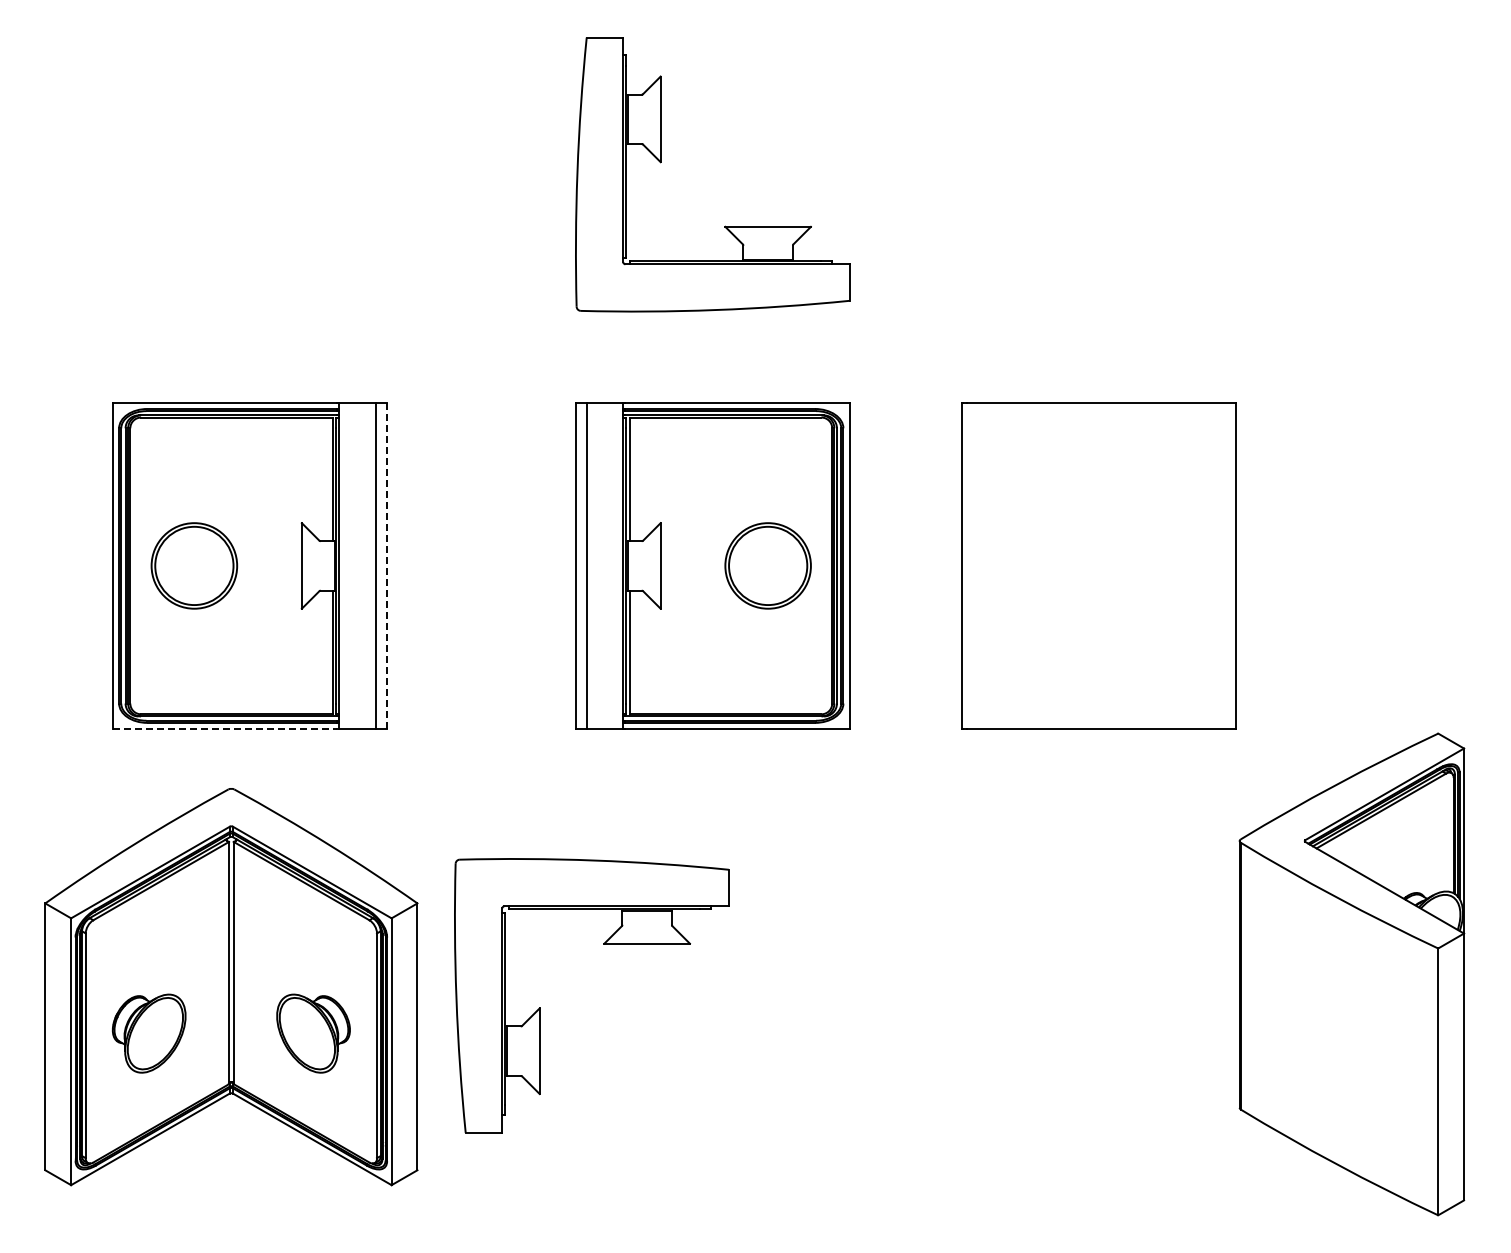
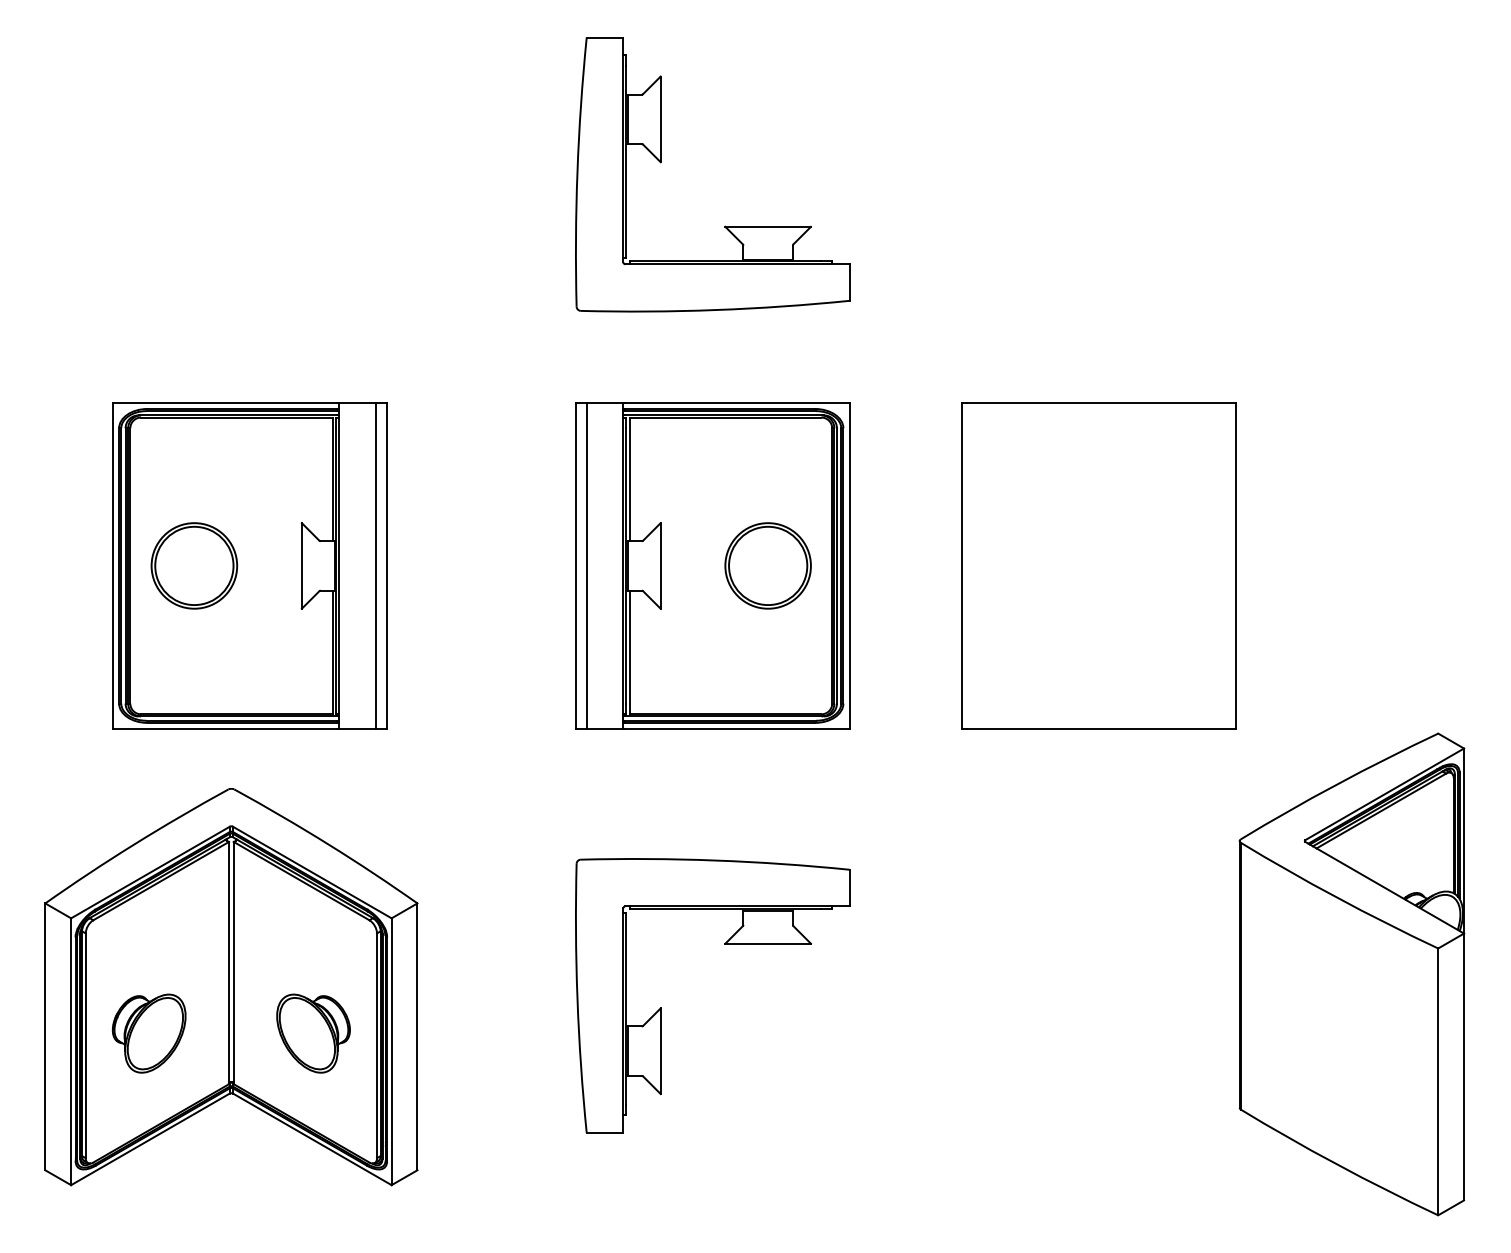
line at (386, 566): dashed -> solid
line at (225, 729): dashed -> solid
part at (603, 944) position: (603, 944) -> (724, 944)
